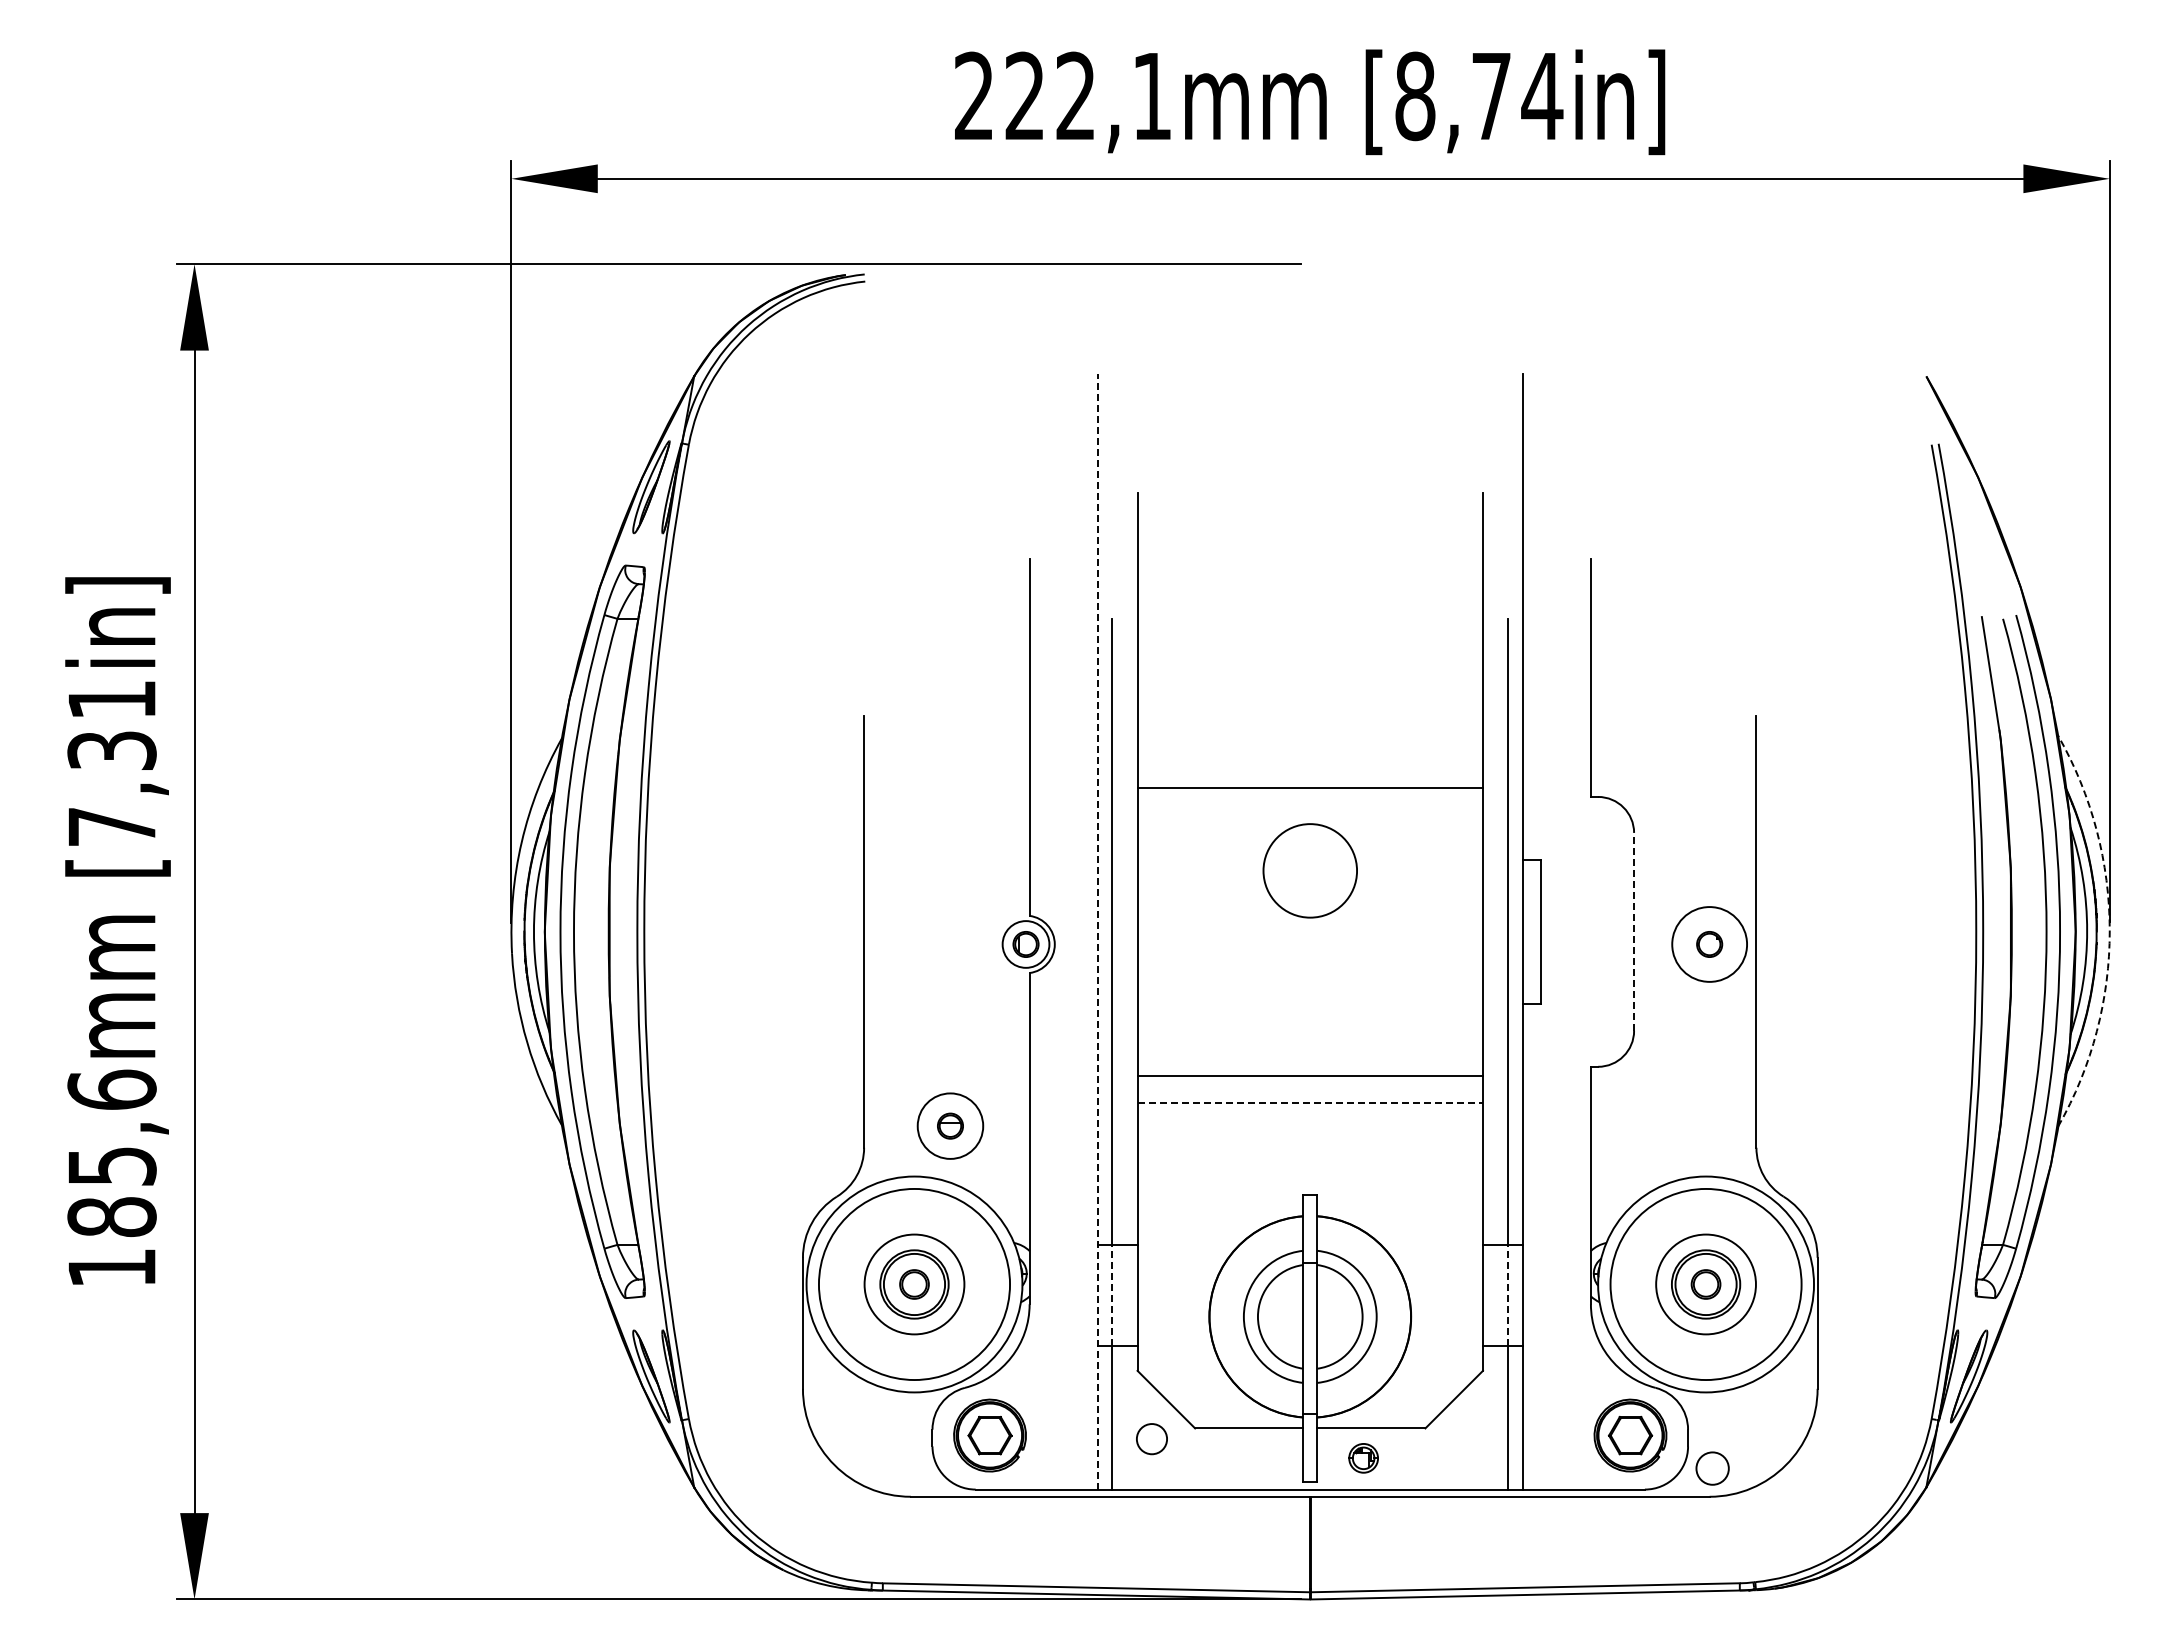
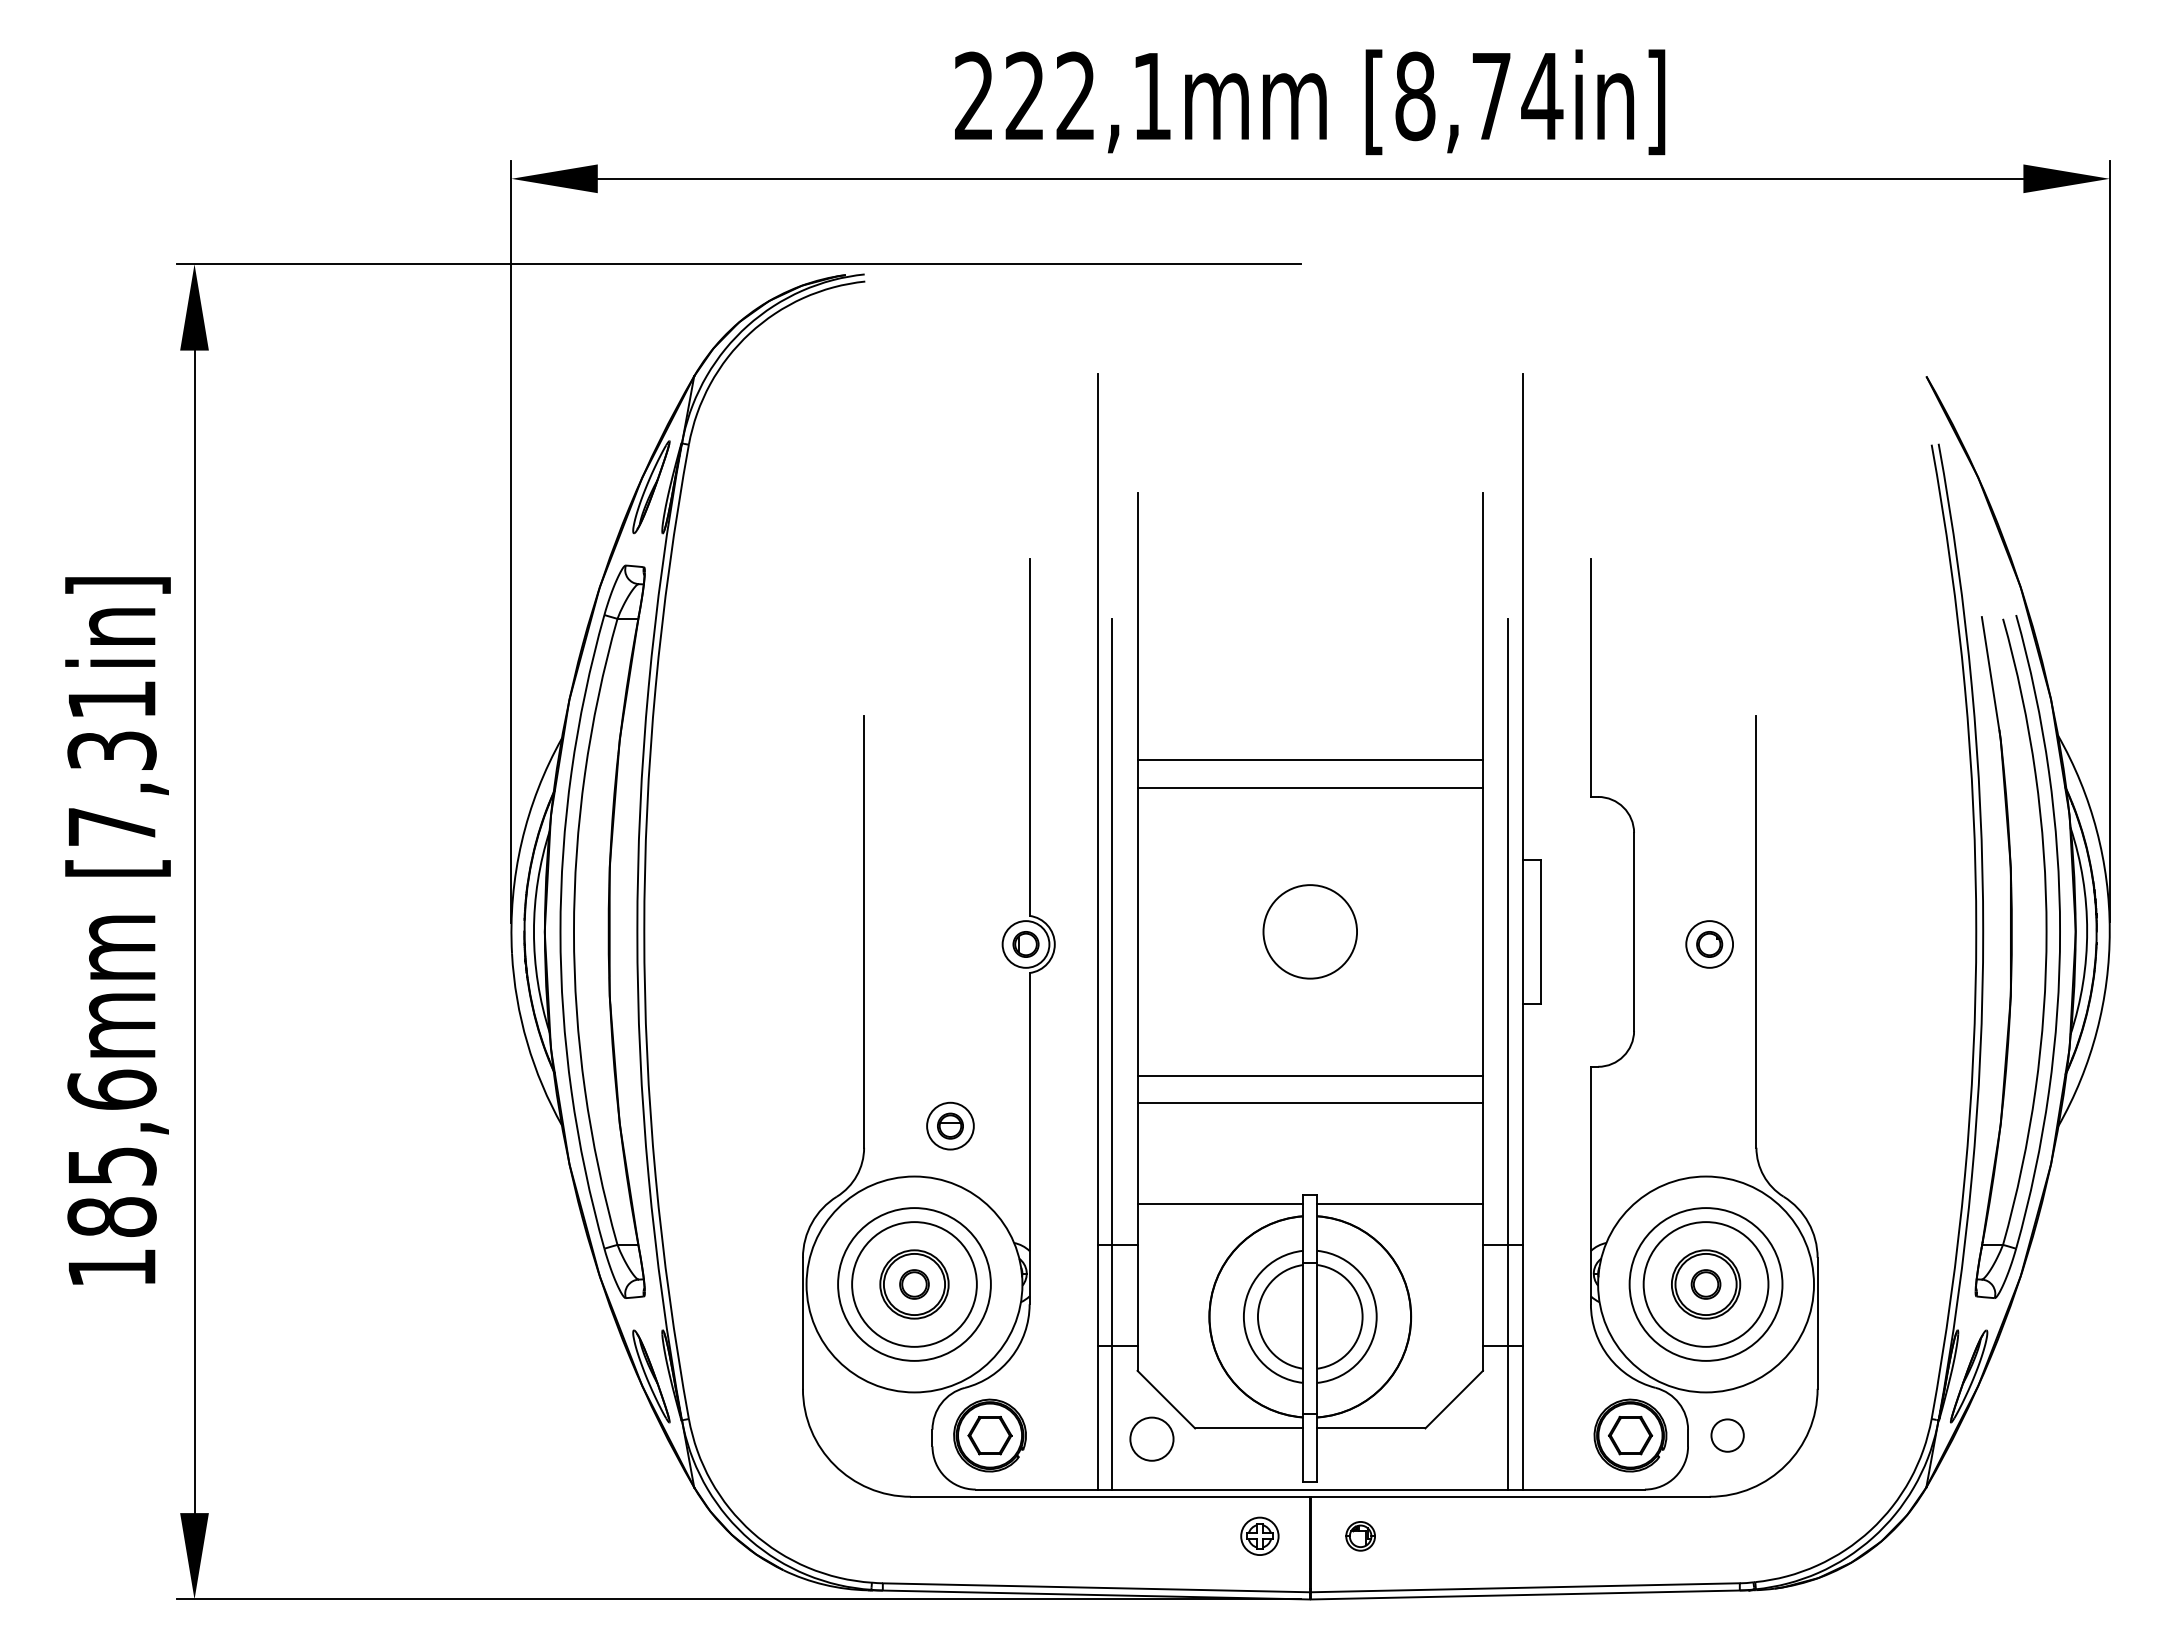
line at (1309, 760): none -> present
circle at (1309, 870) position: (1309, 870) -> (1309, 931)
arc at (2109, 930): dashed -> solid
line at (1098, 931): dashed -> solid
line at (1634, 931): dashed -> solid
circle at (1709, 944) diameter: 75 px -> 47 px
line at (1310, 1103): dashed -> solid
circle at (950, 1125) diameter: 65 px -> 47 px
line at (1220, 1204): none -> present
line at (1399, 1204): none -> present
circle at (914, 1284) diameter: 100 px -> 125 px
circle at (914, 1284) diameter: 191 px -> 153 px
circle at (1705, 1284) diameter: 100 px -> 125 px
circle at (1705, 1284) diameter: 191 px -> 153 px
line at (1112, 1294): dashed -> solid
line at (1508, 1294): dashed -> solid
circle at (1151, 1439) size: 32x33 px -> 46x46 px
part at (1363, 1458) position: (1363, 1458) -> (1360, 1536)
circle at (1712, 1468) position: (1712, 1468) -> (1727, 1435)
part at (1259, 1535): none -> present
